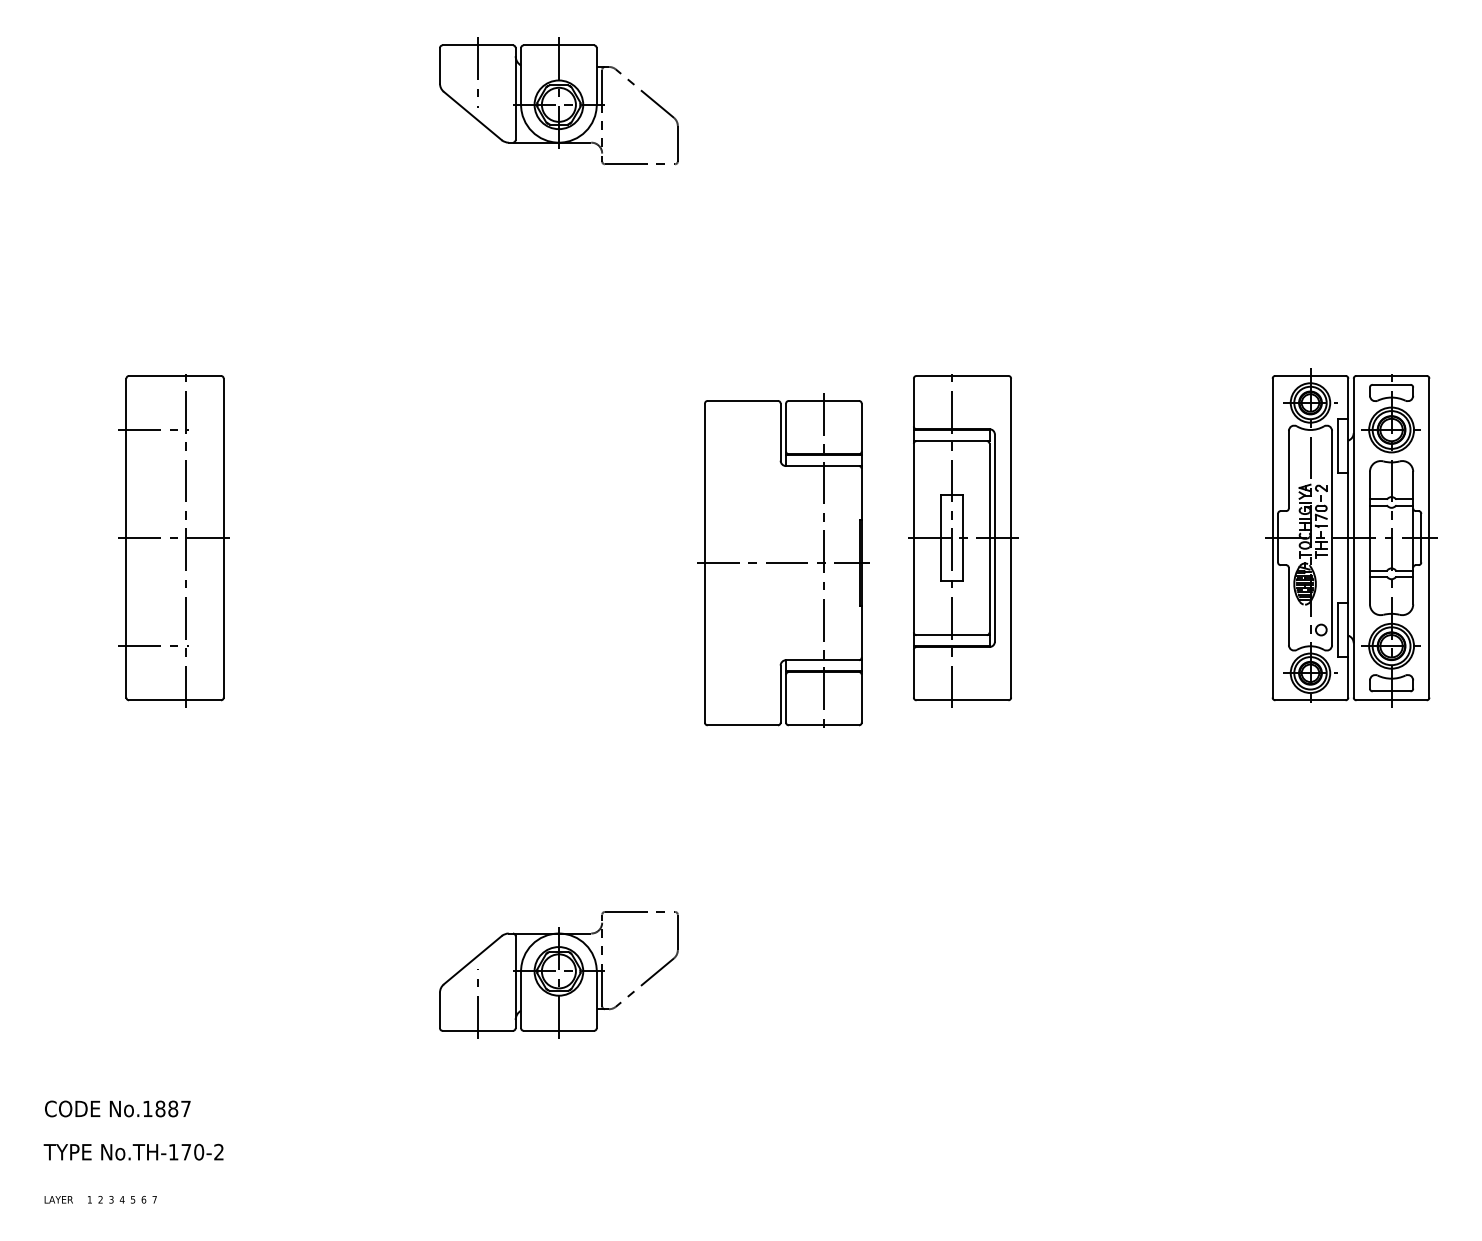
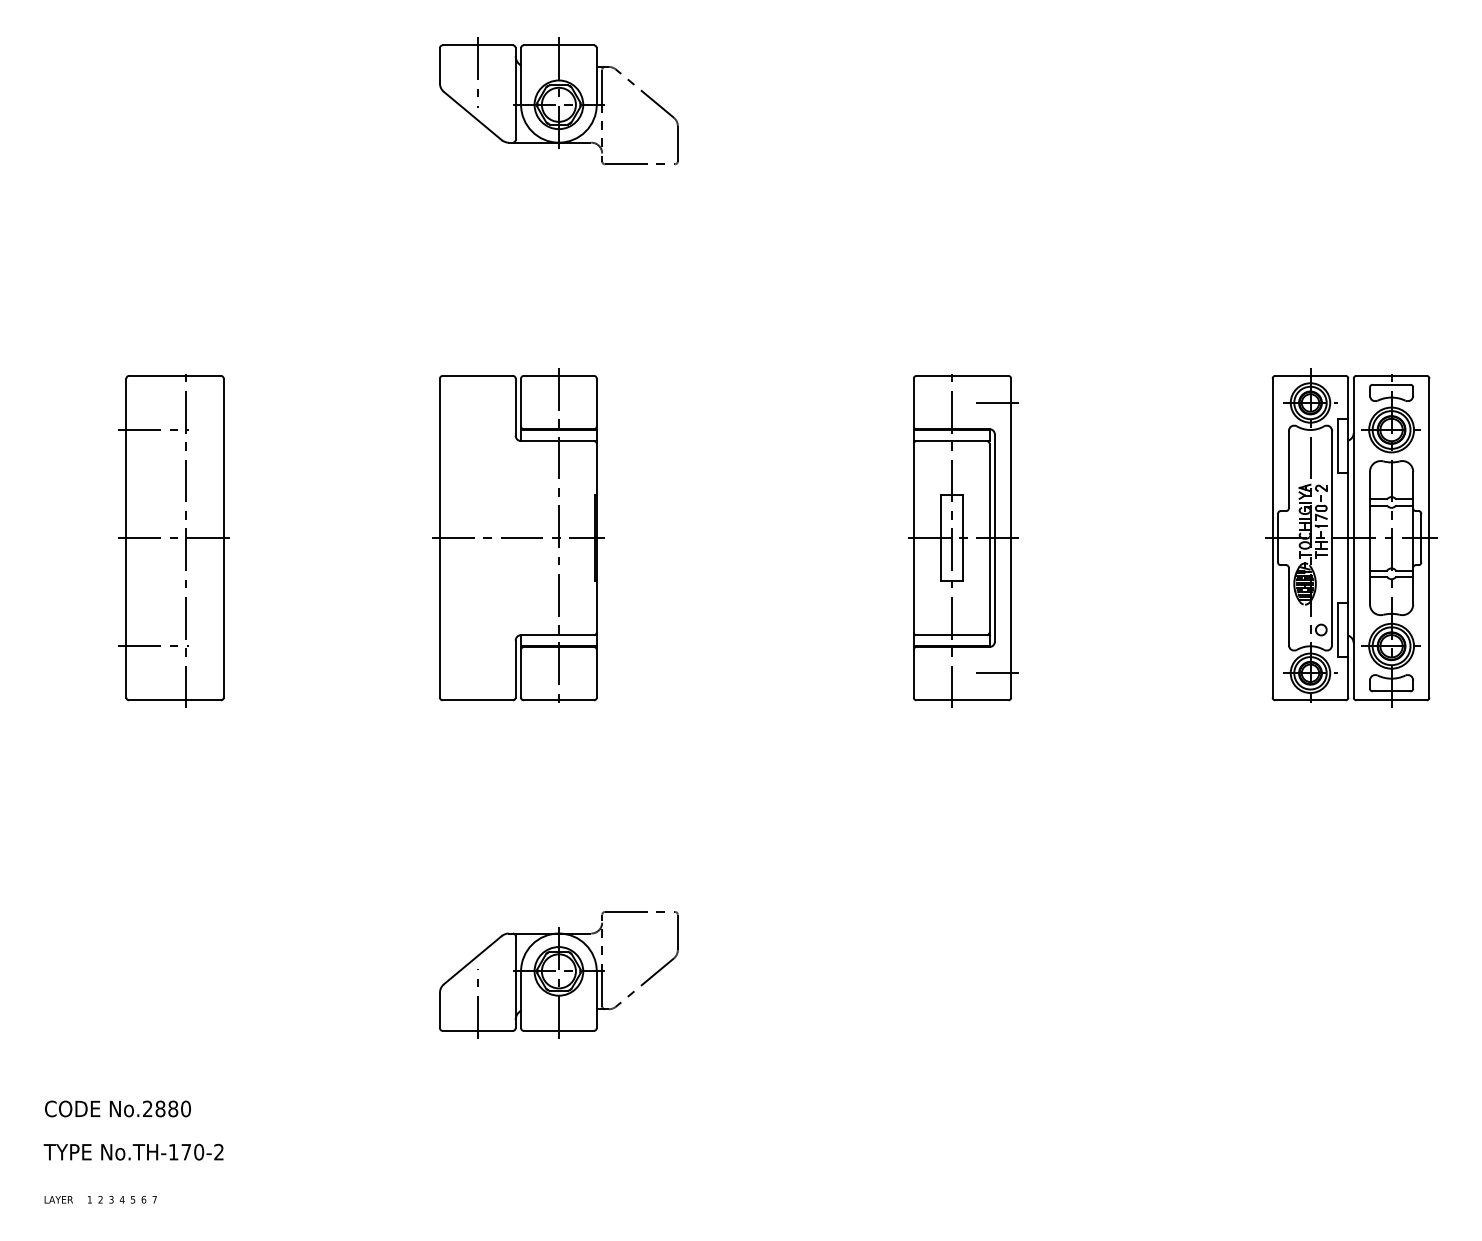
line at (994, 402): none -> present
part at (783, 560) position: (783, 560) -> (518, 535)
line at (994, 673): none -> present
text at (166, 1108): No.1887 -> No.2880
